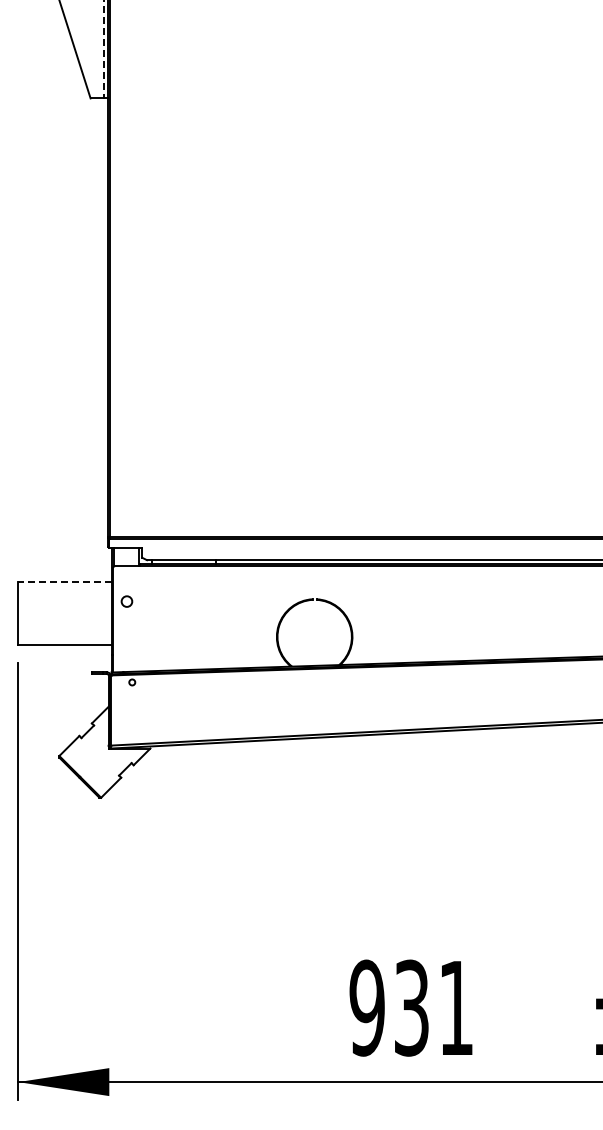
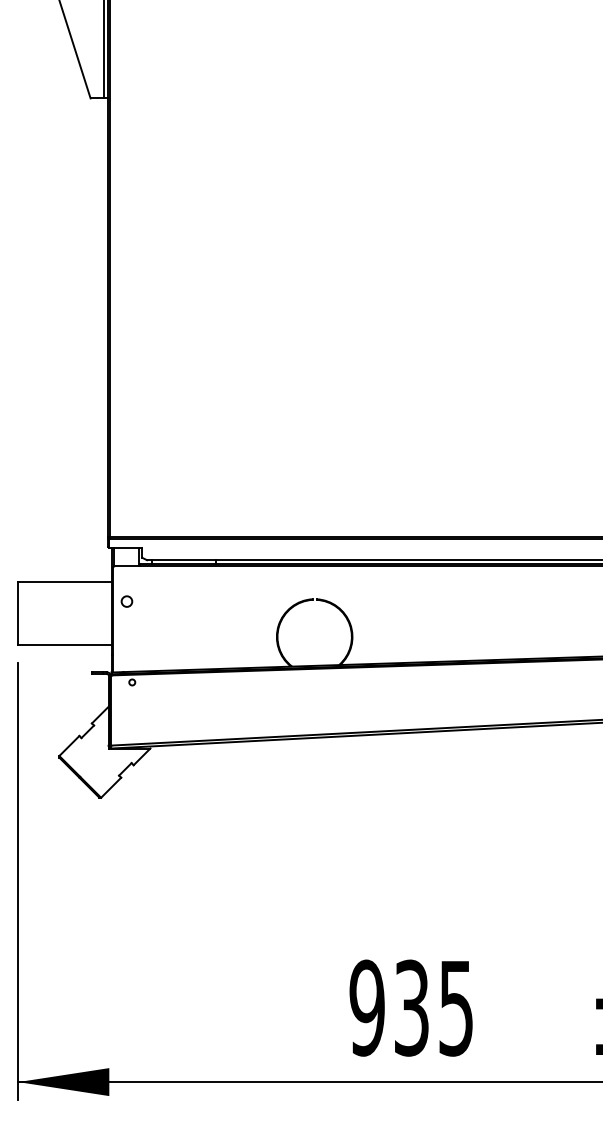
line at (103, 49): dashed -> solid
line at (64, 581): dashed -> solid
text at (455, 1008): 931 -> 935
